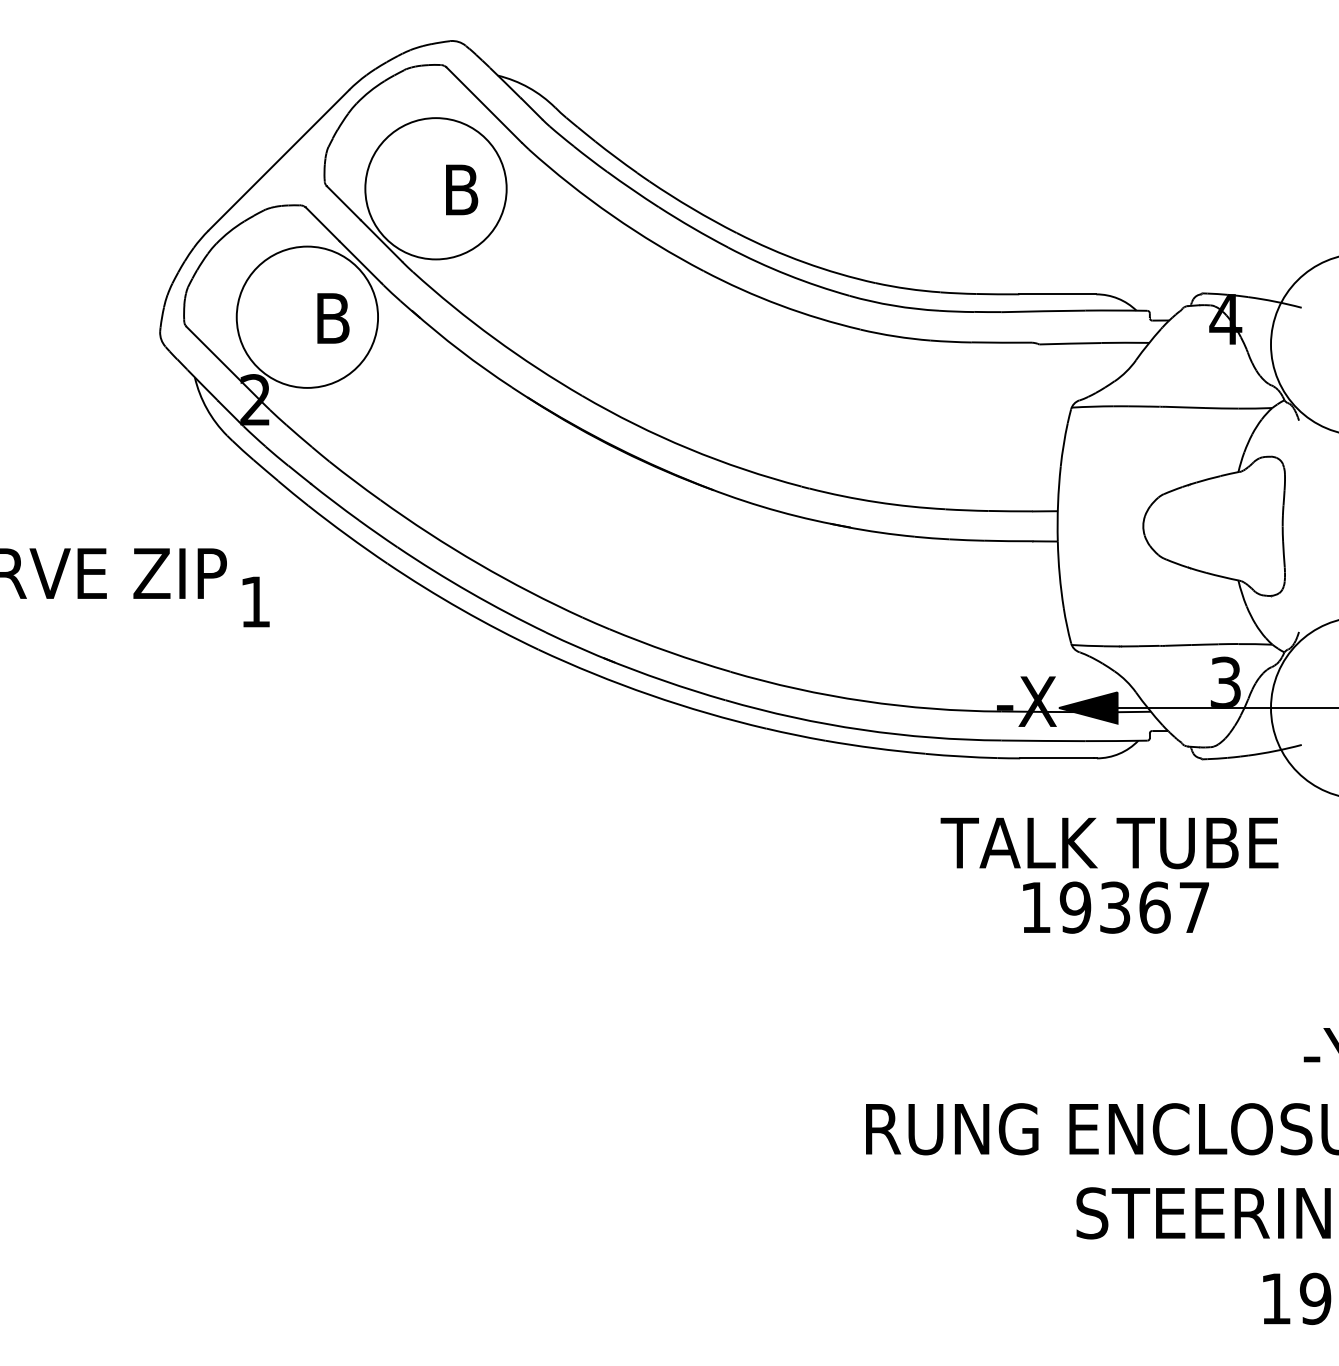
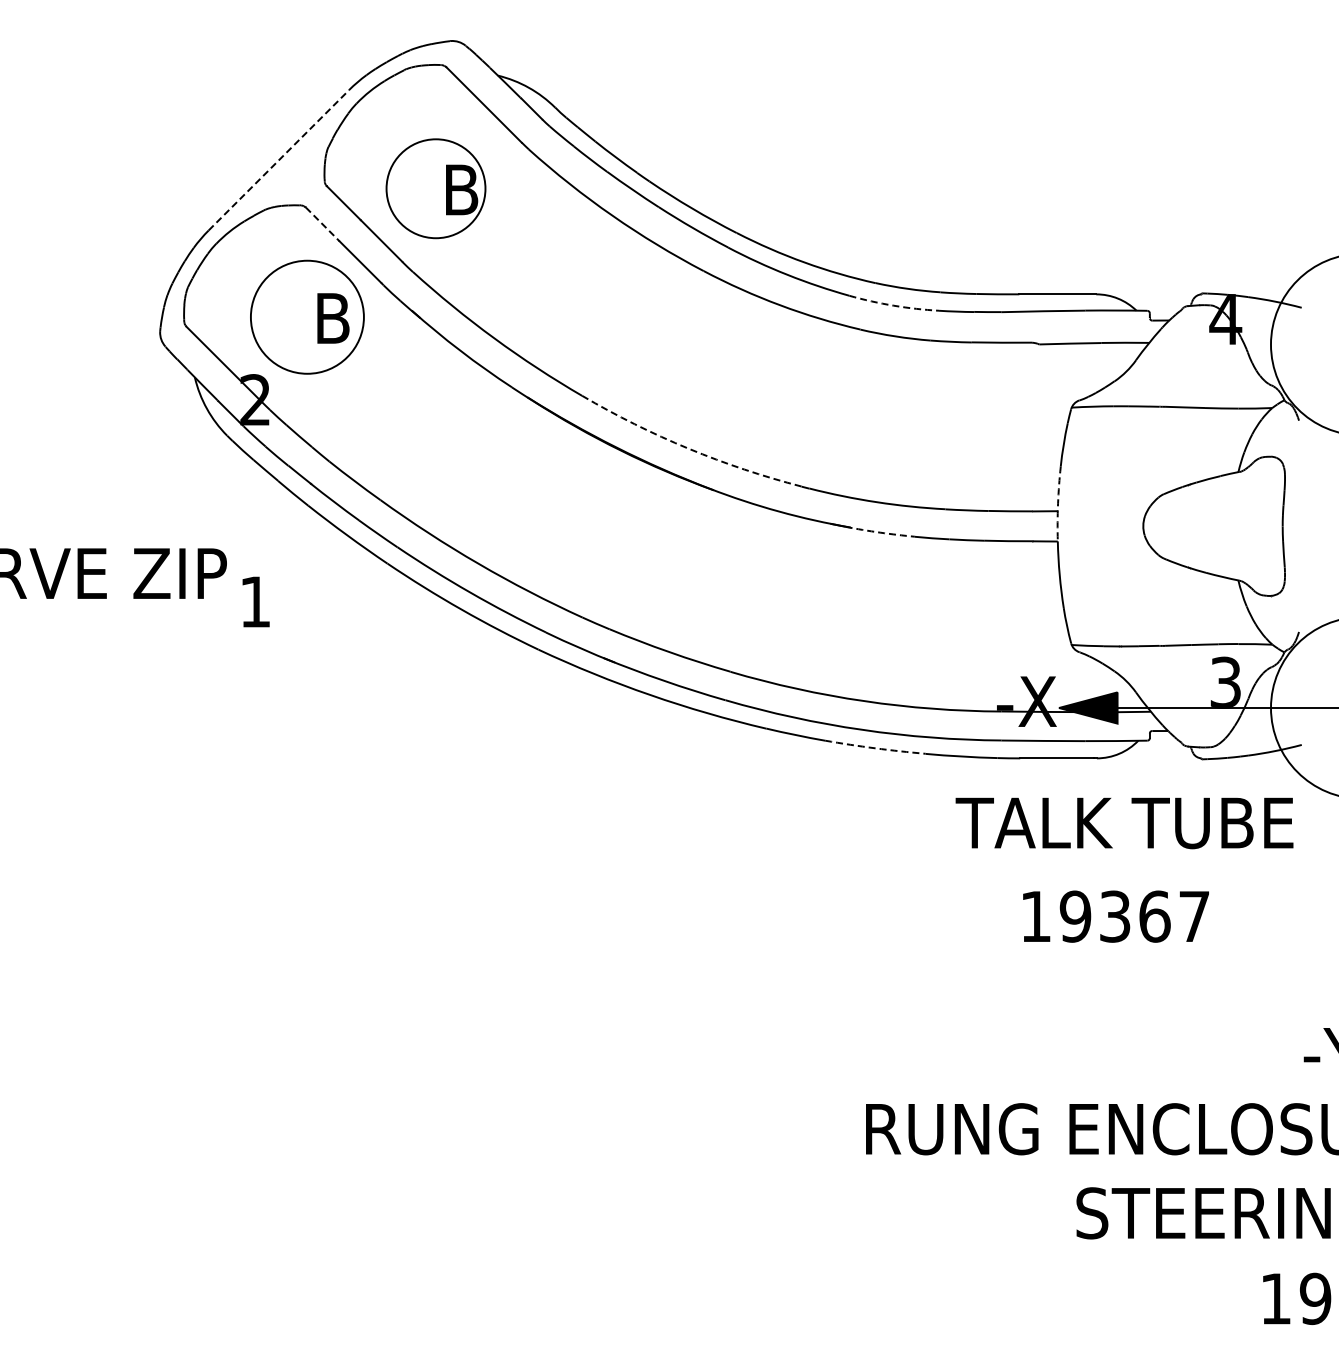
line at (279, 159): solid -> dashed
circle at (435, 188) diameter: 141 px -> 99 px
line at (322, 224): solid -> dashed
arc at (893, 305): solid -> dashed
circle at (307, 316) diameter: 141 px -> 113 px
arc at (688, 448): solid -> dashed
arc at (1058, 503): solid -> dashed
arc at (880, 532): solid -> dashed
arc at (875, 748): solid -> dashed
text at (1109, 843) position: (1109, 843) -> (1124, 823)
text at (1115, 907) position: (1115, 907) -> (1115, 916)
